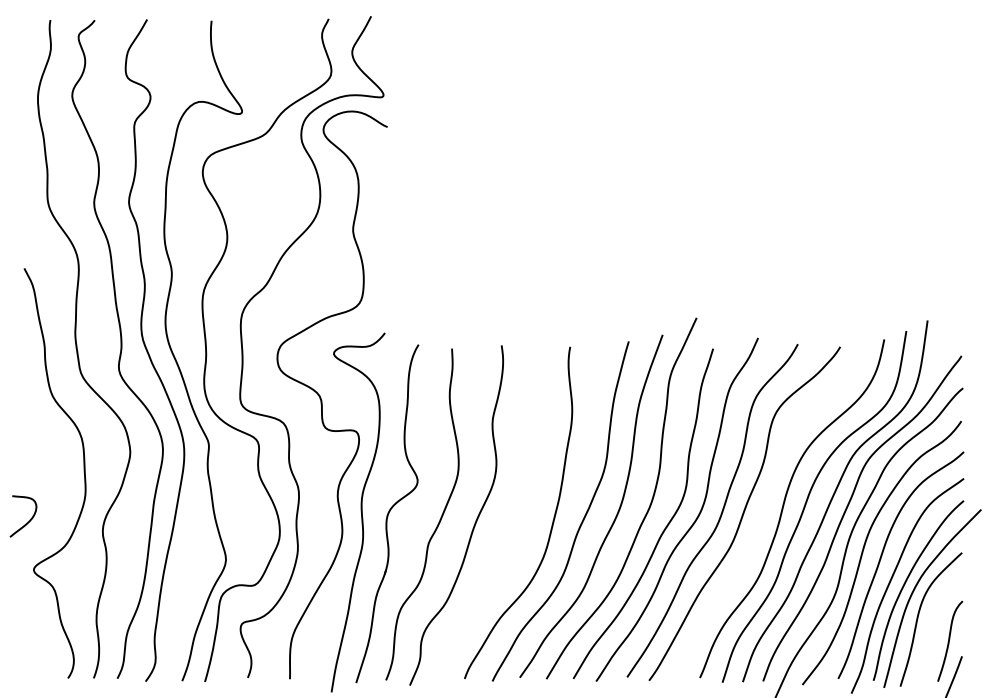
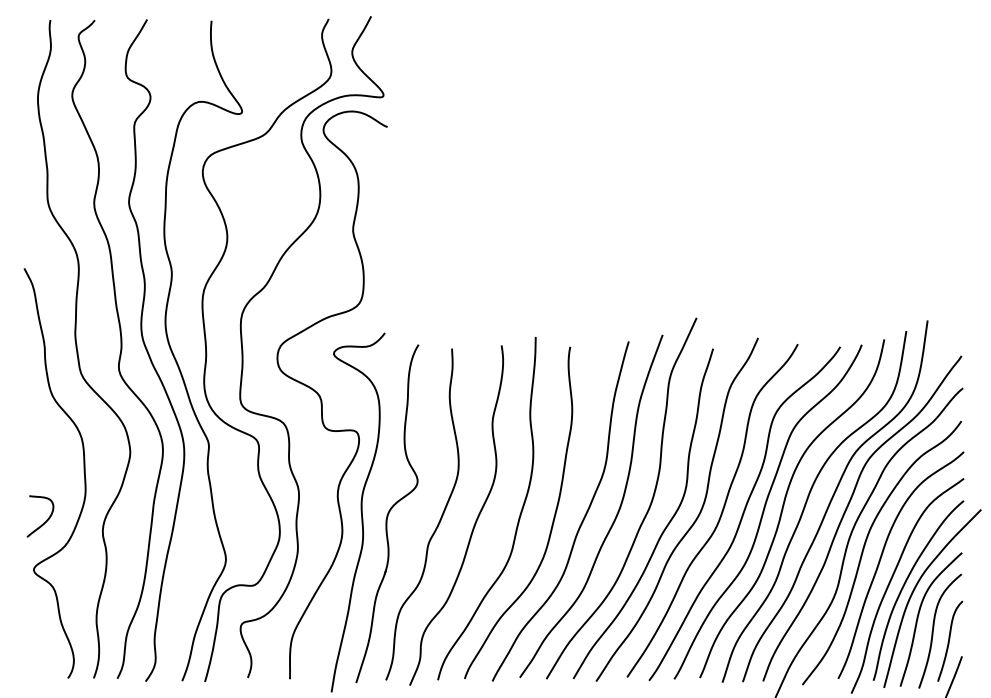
curve at (764, 511): none -> present
curve at (518, 517): none -> present
curve at (29, 519) position: (29, 519) -> (46, 519)
curve at (934, 627): none -> present
